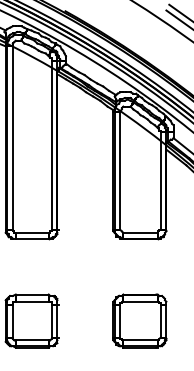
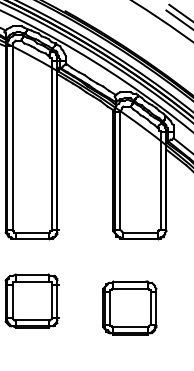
part at (31, 320) position: (31, 320) -> (31, 300)
part at (139, 320) position: (139, 320) -> (129, 307)
